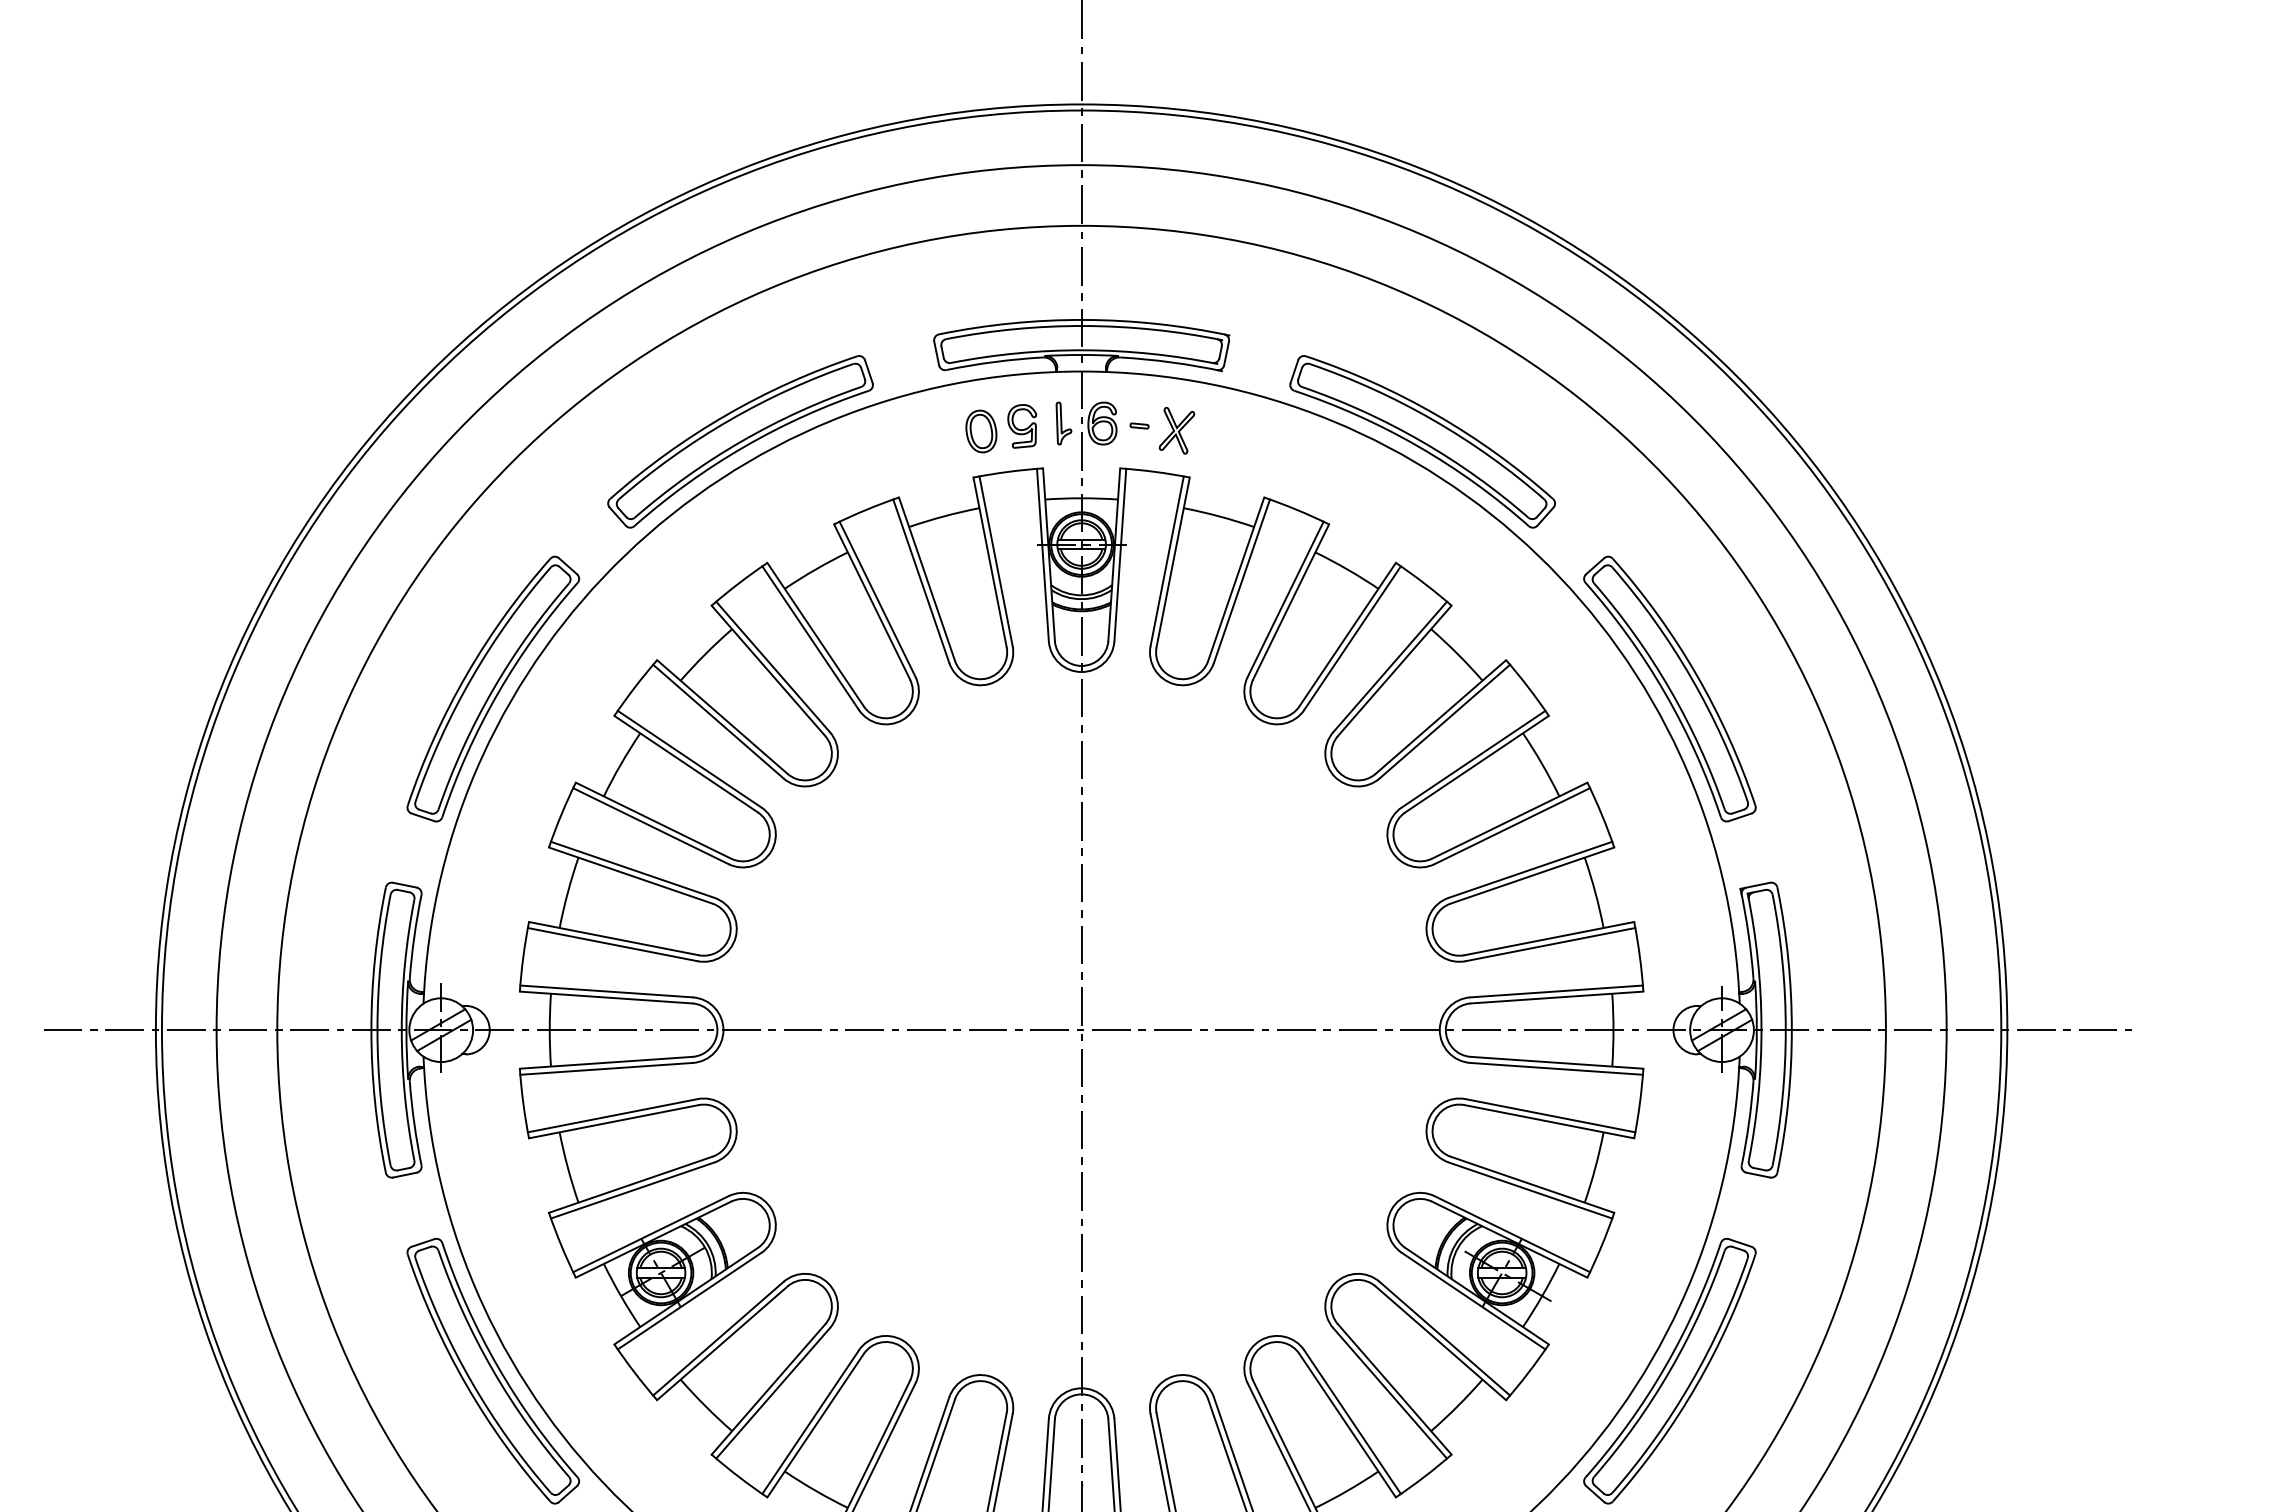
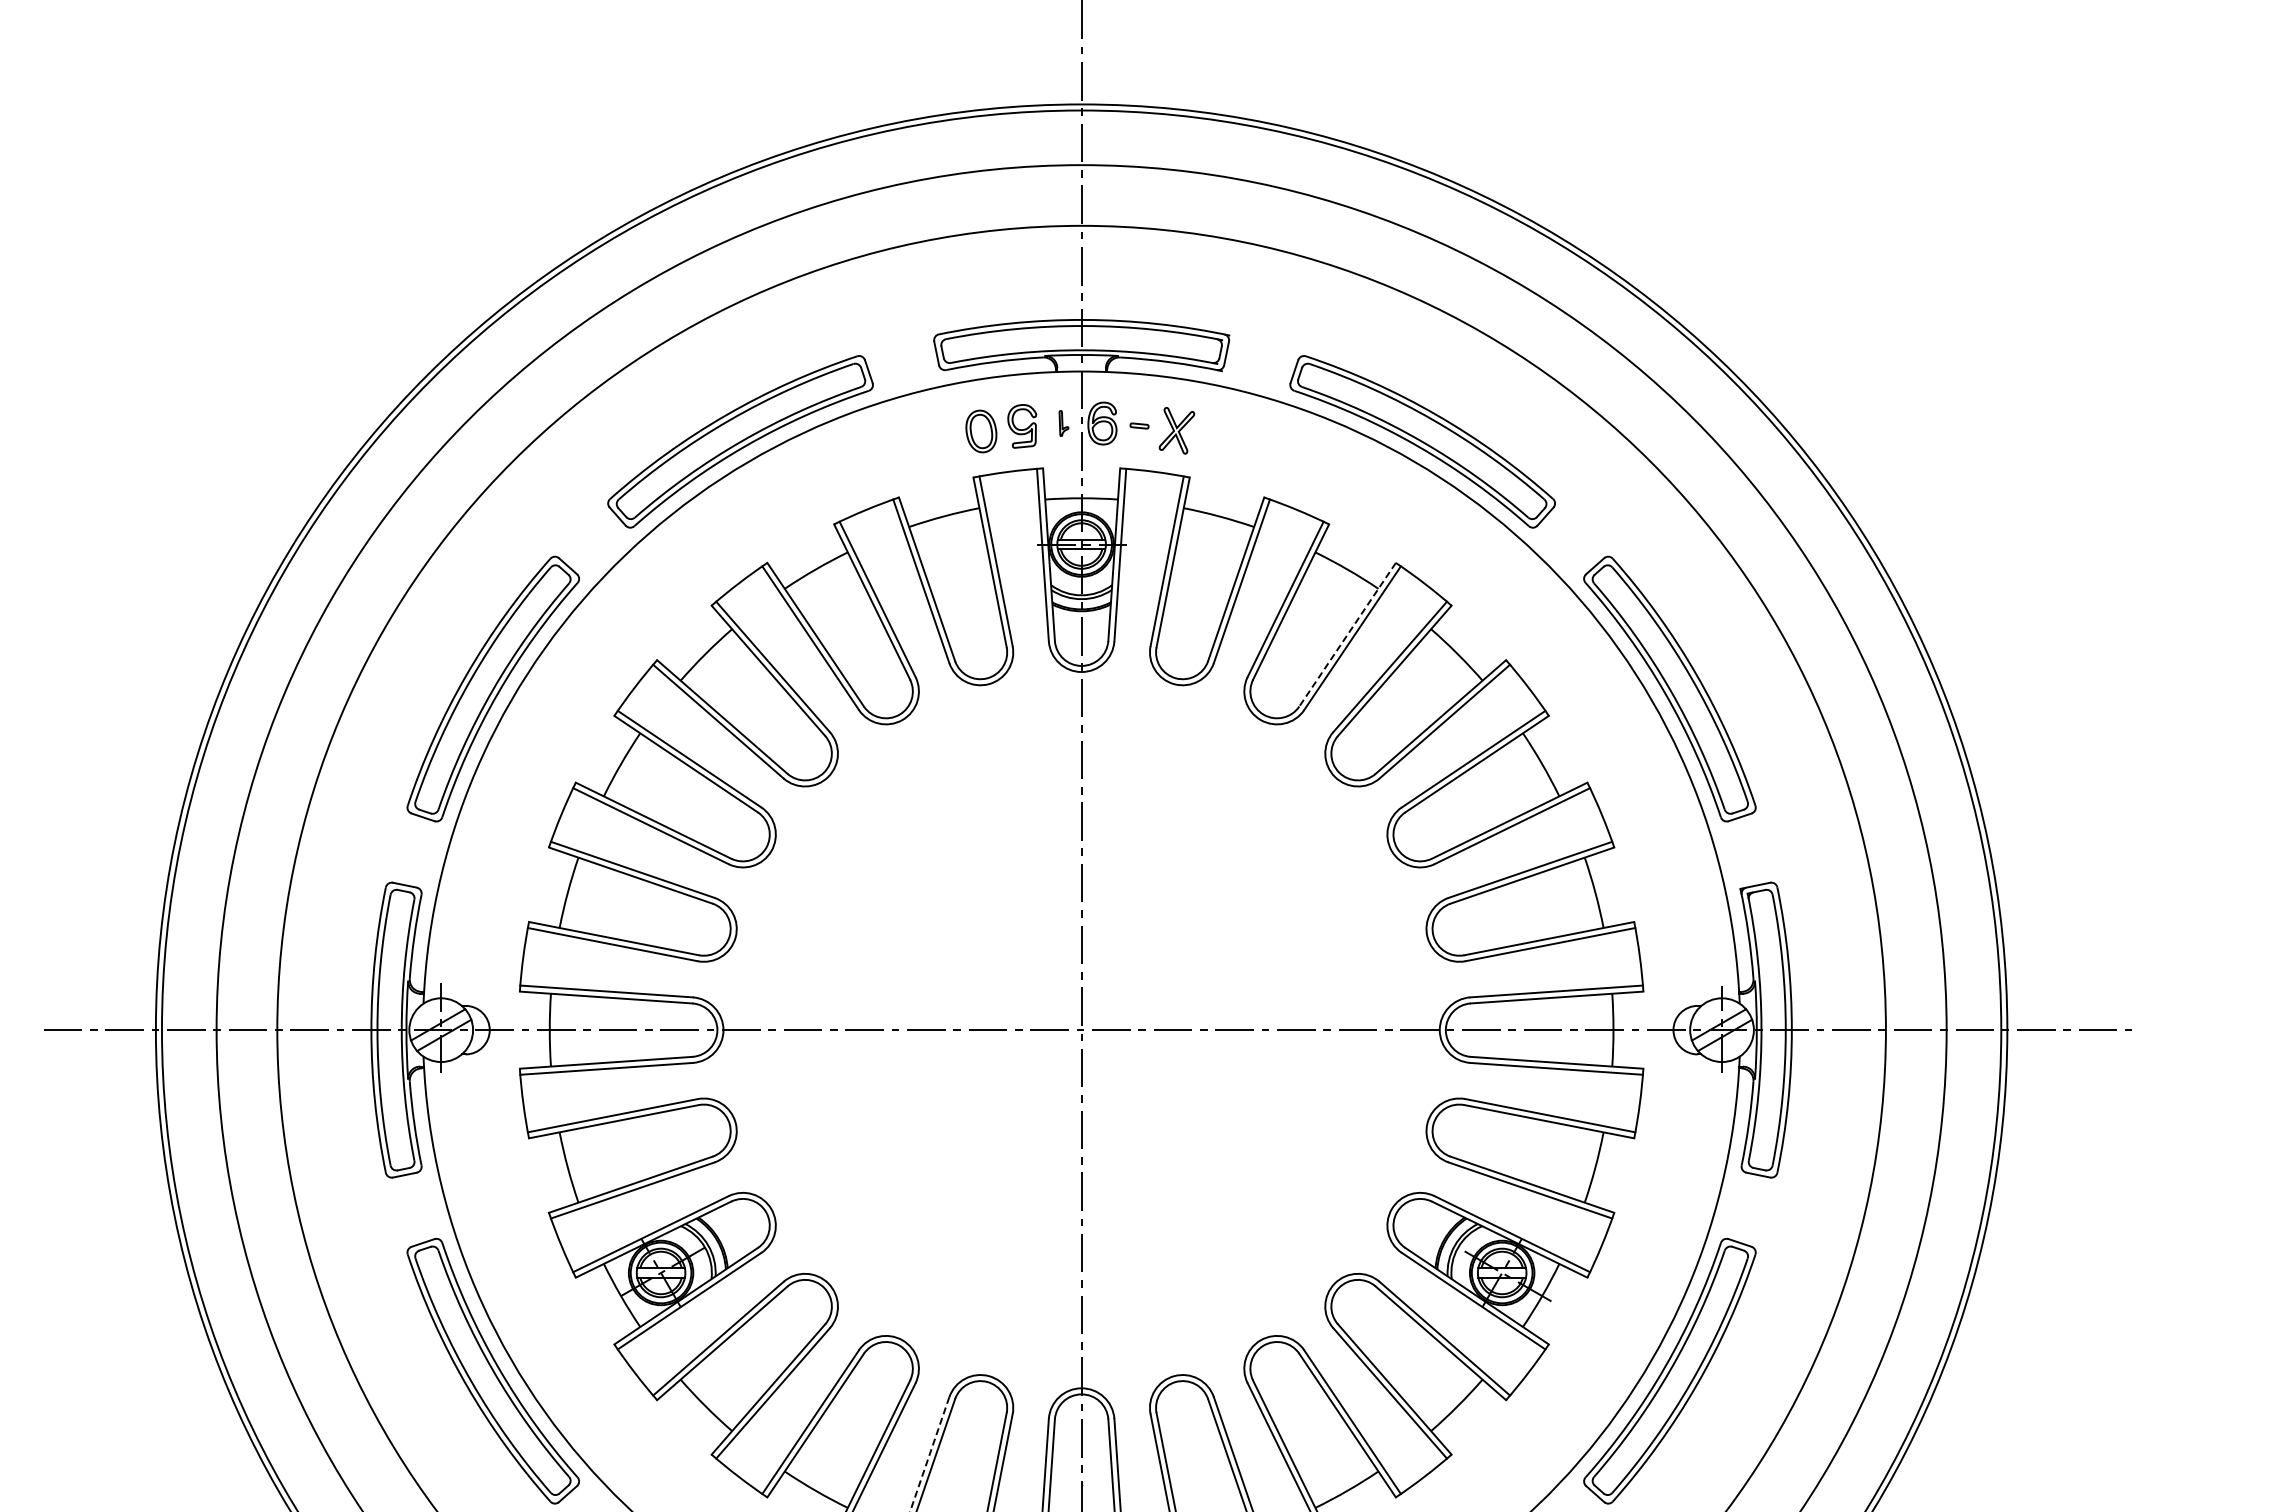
part at (1063, 423) size: 18x45 px -> 12x27 px
line at (1347, 635): solid -> dashed
line at (929, 1454): solid -> dashed
